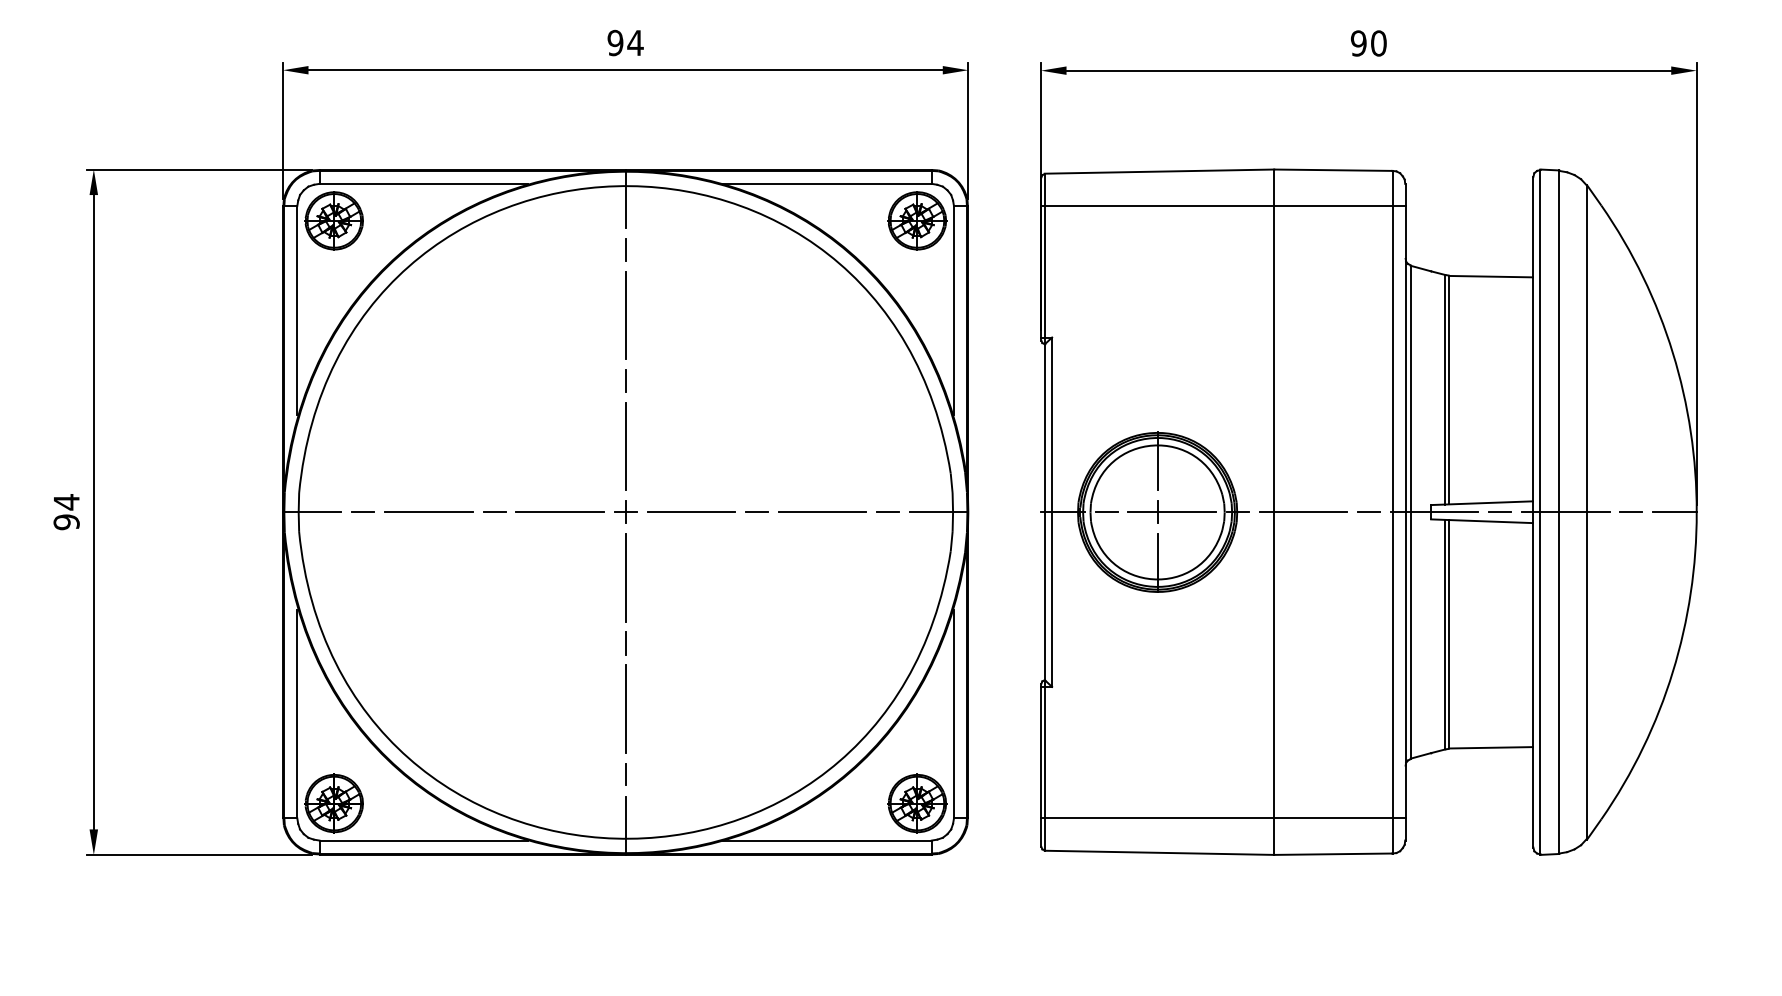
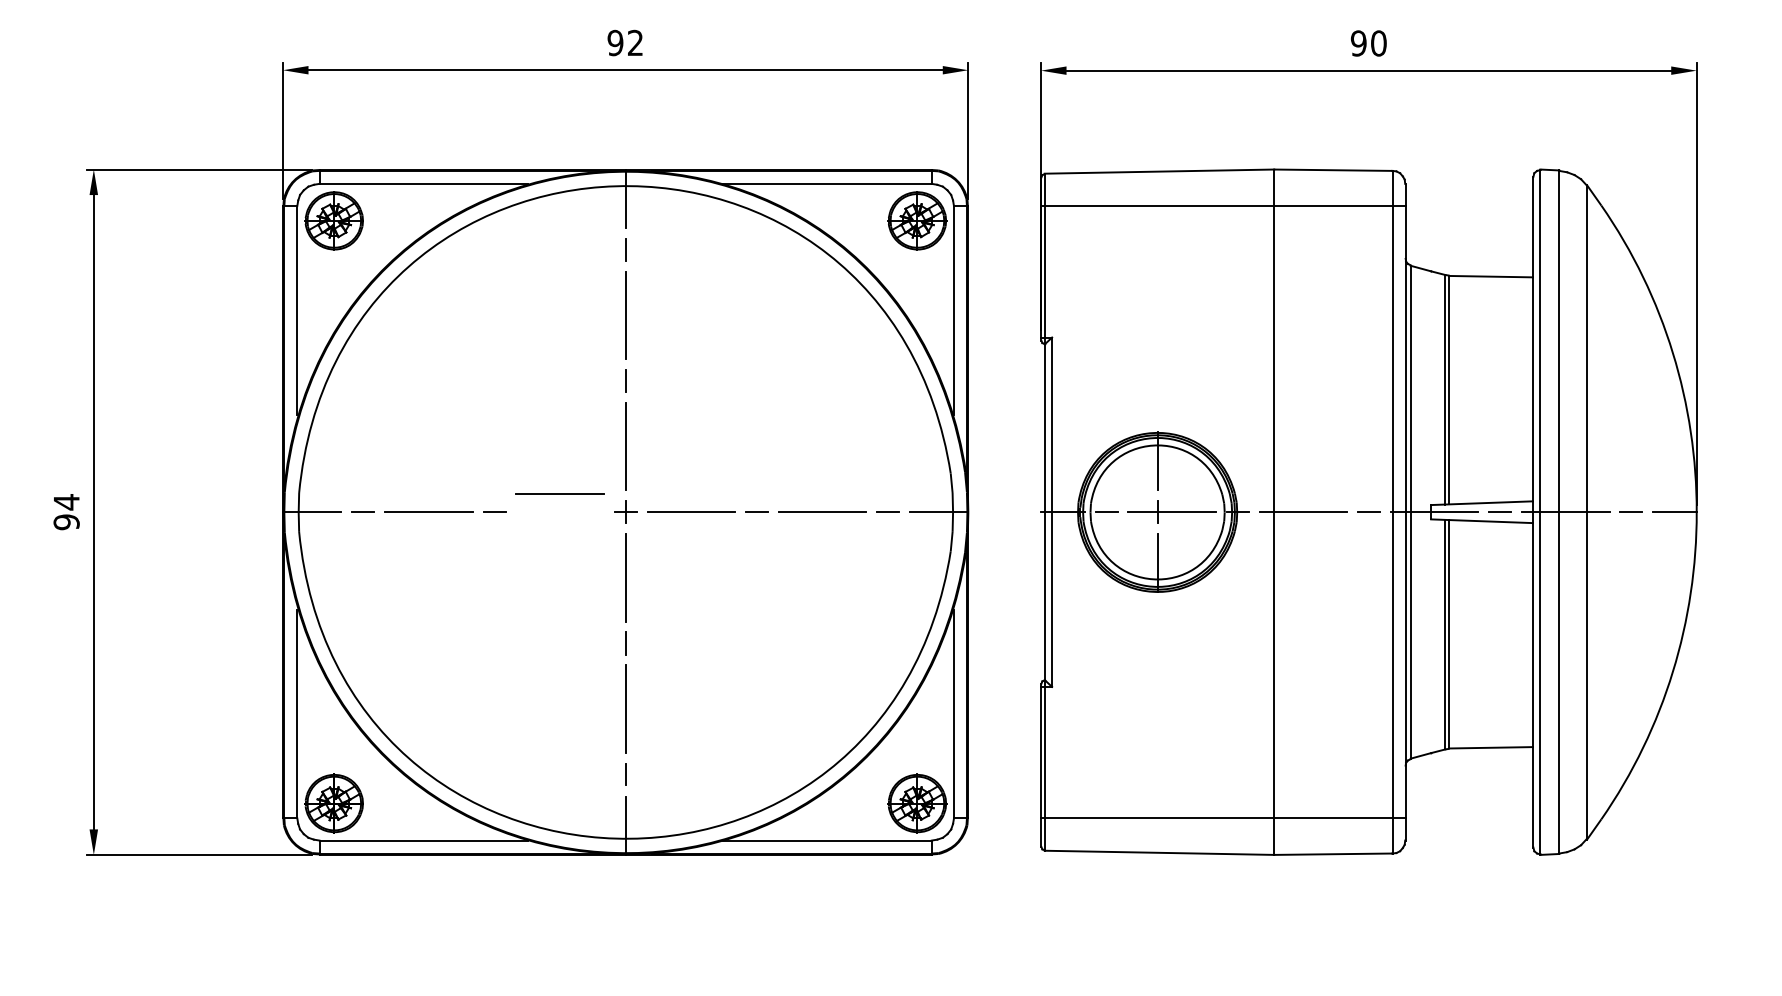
text at (635, 42): 94 -> 92
line at (559, 511) position: (559, 511) -> (559, 493)
